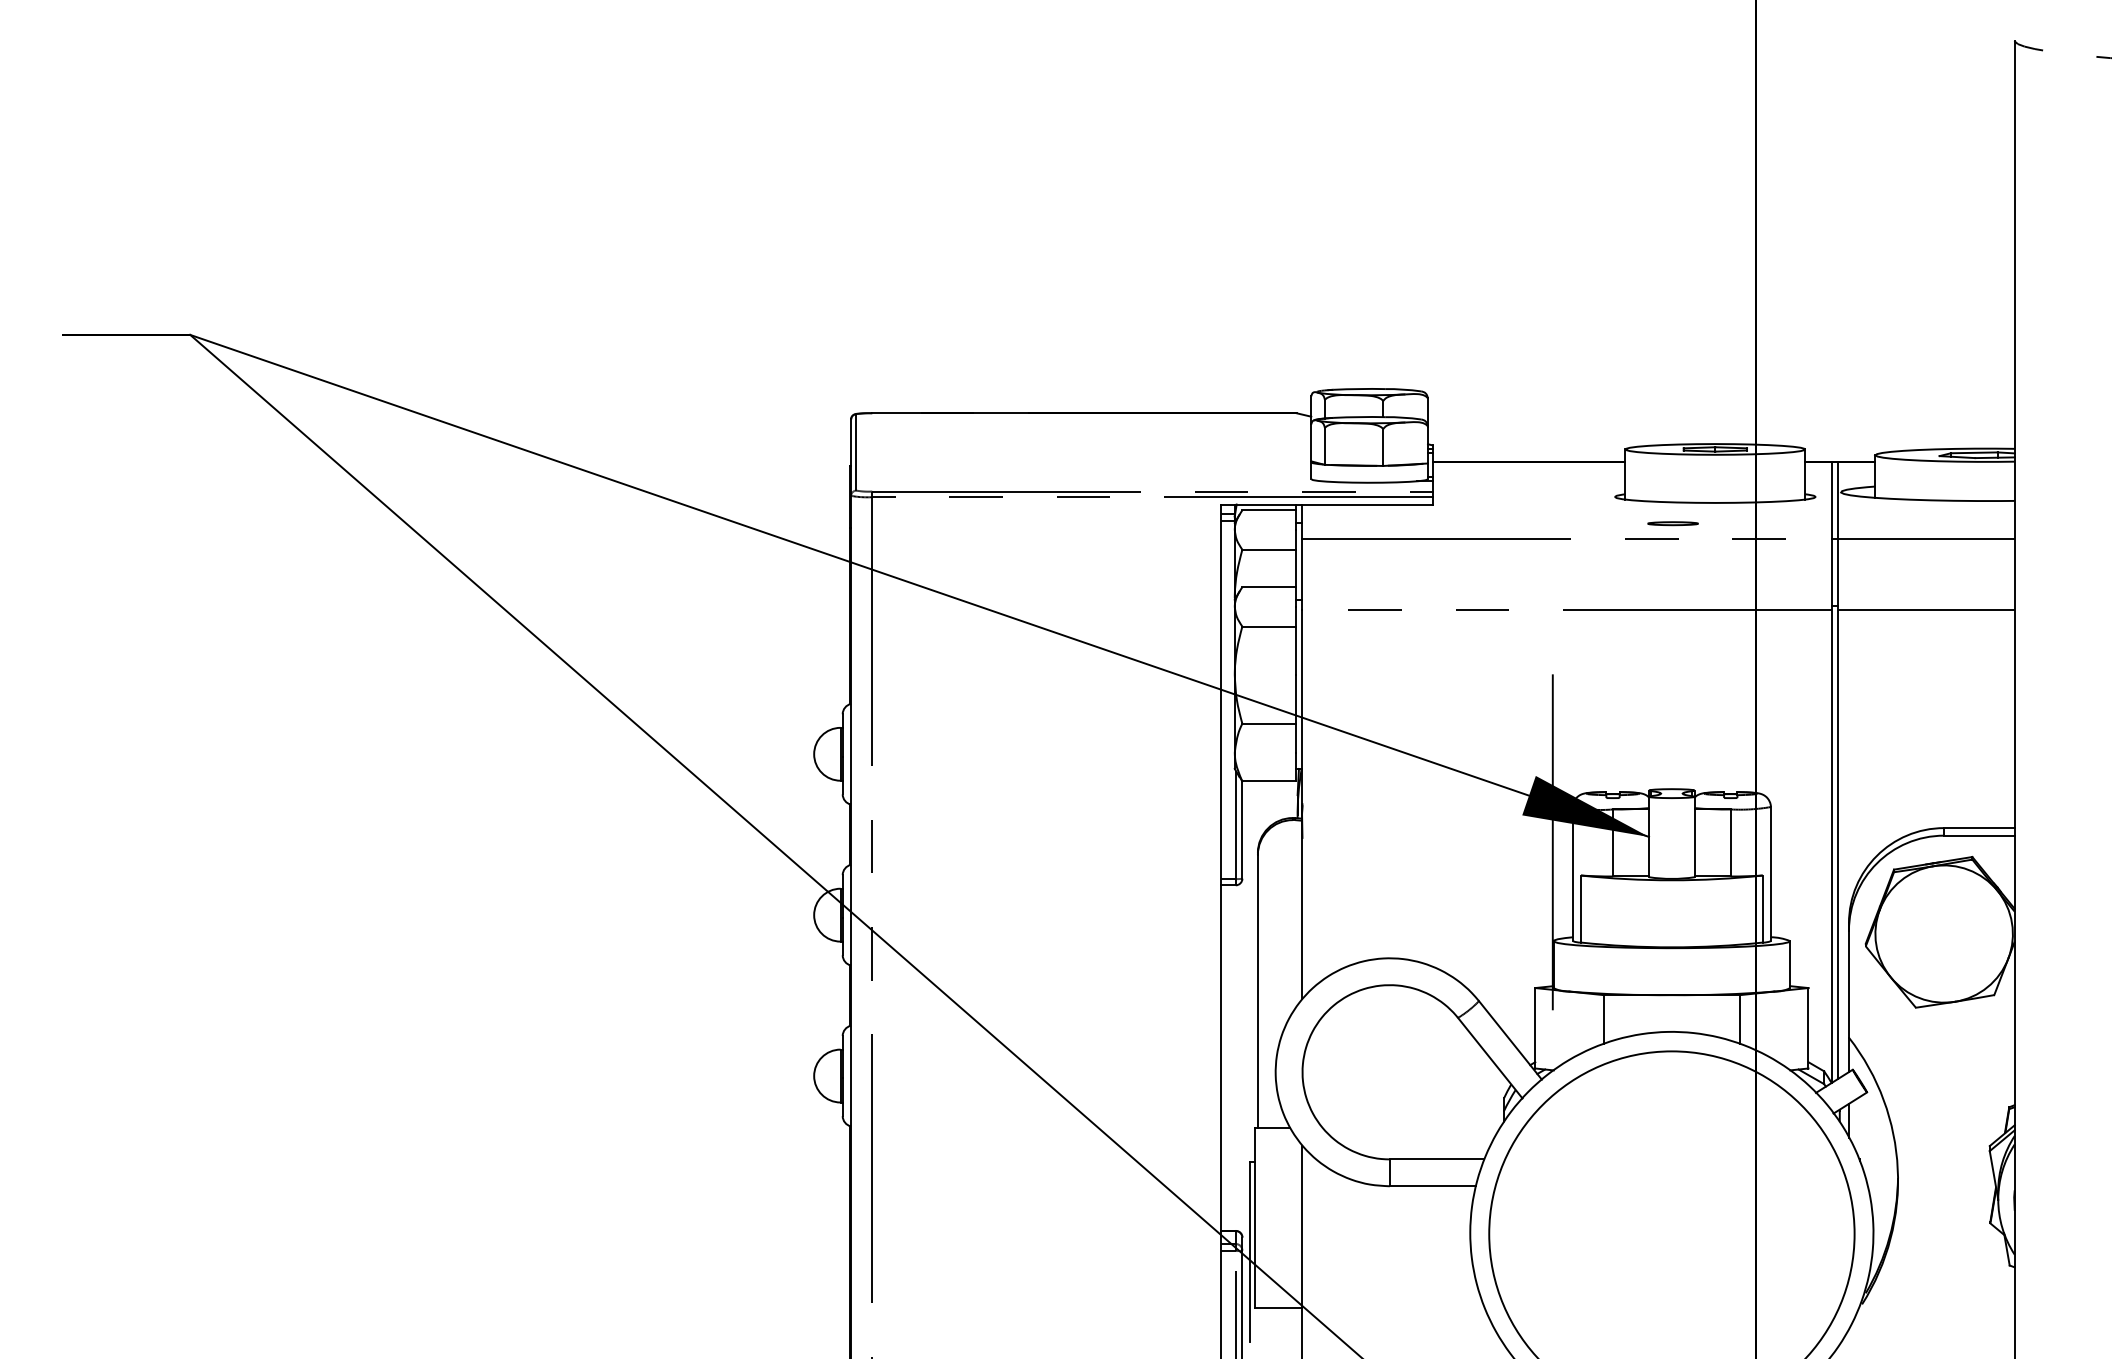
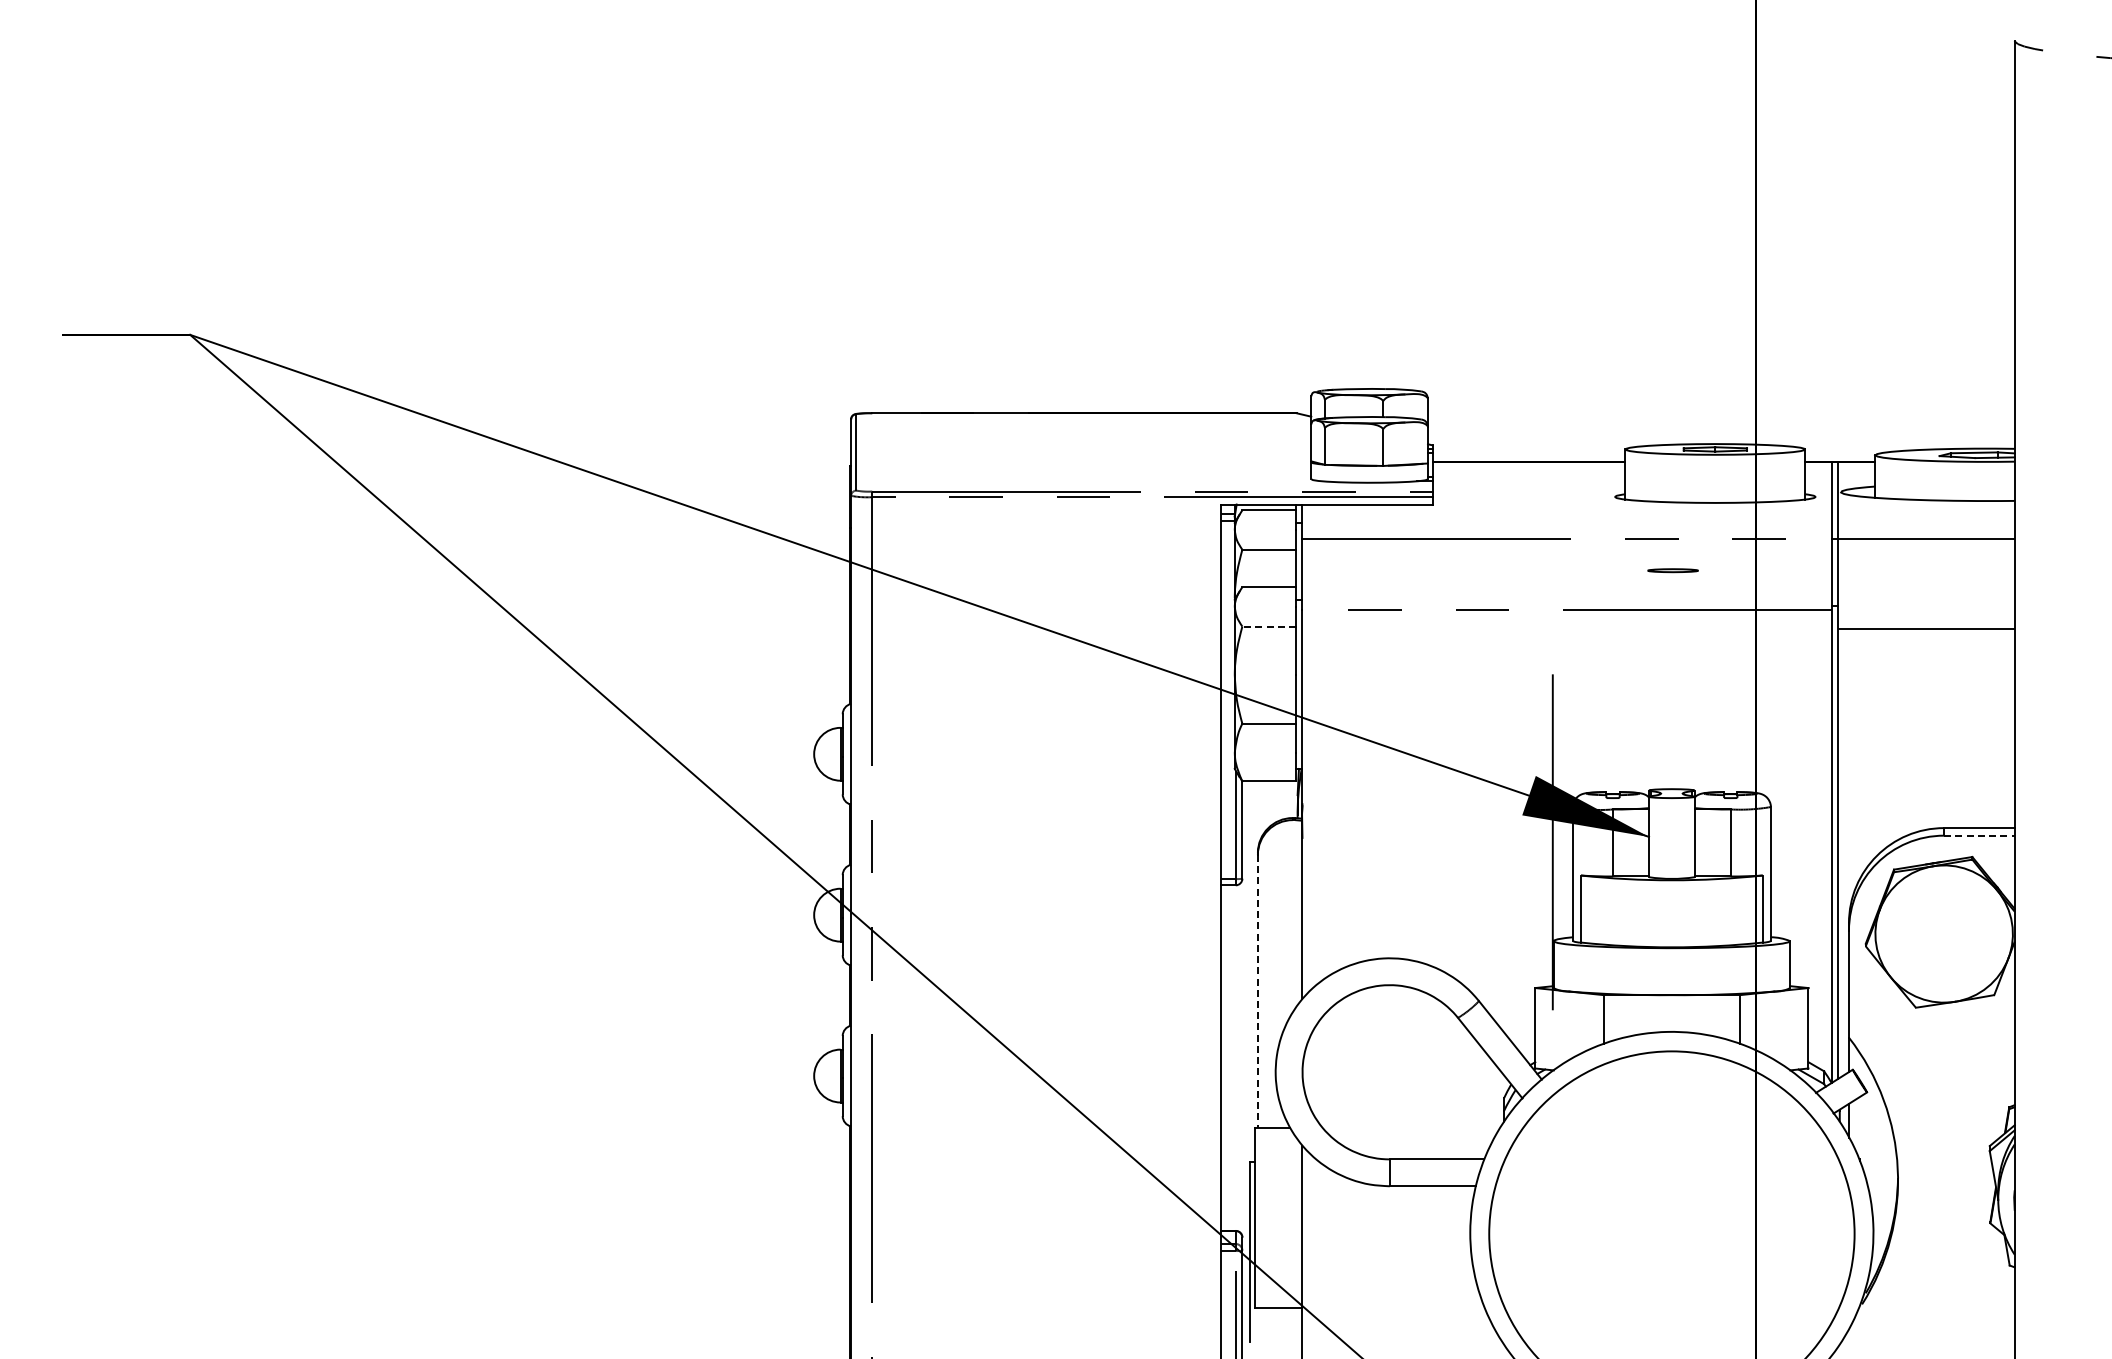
part at (1672, 523) position: (1672, 523) -> (1672, 570)
line at (1926, 609) position: (1926, 609) -> (1926, 628)
line at (1269, 626): solid -> dashed
line at (1979, 835): solid -> dashed
line at (1257, 991): solid -> dashed
